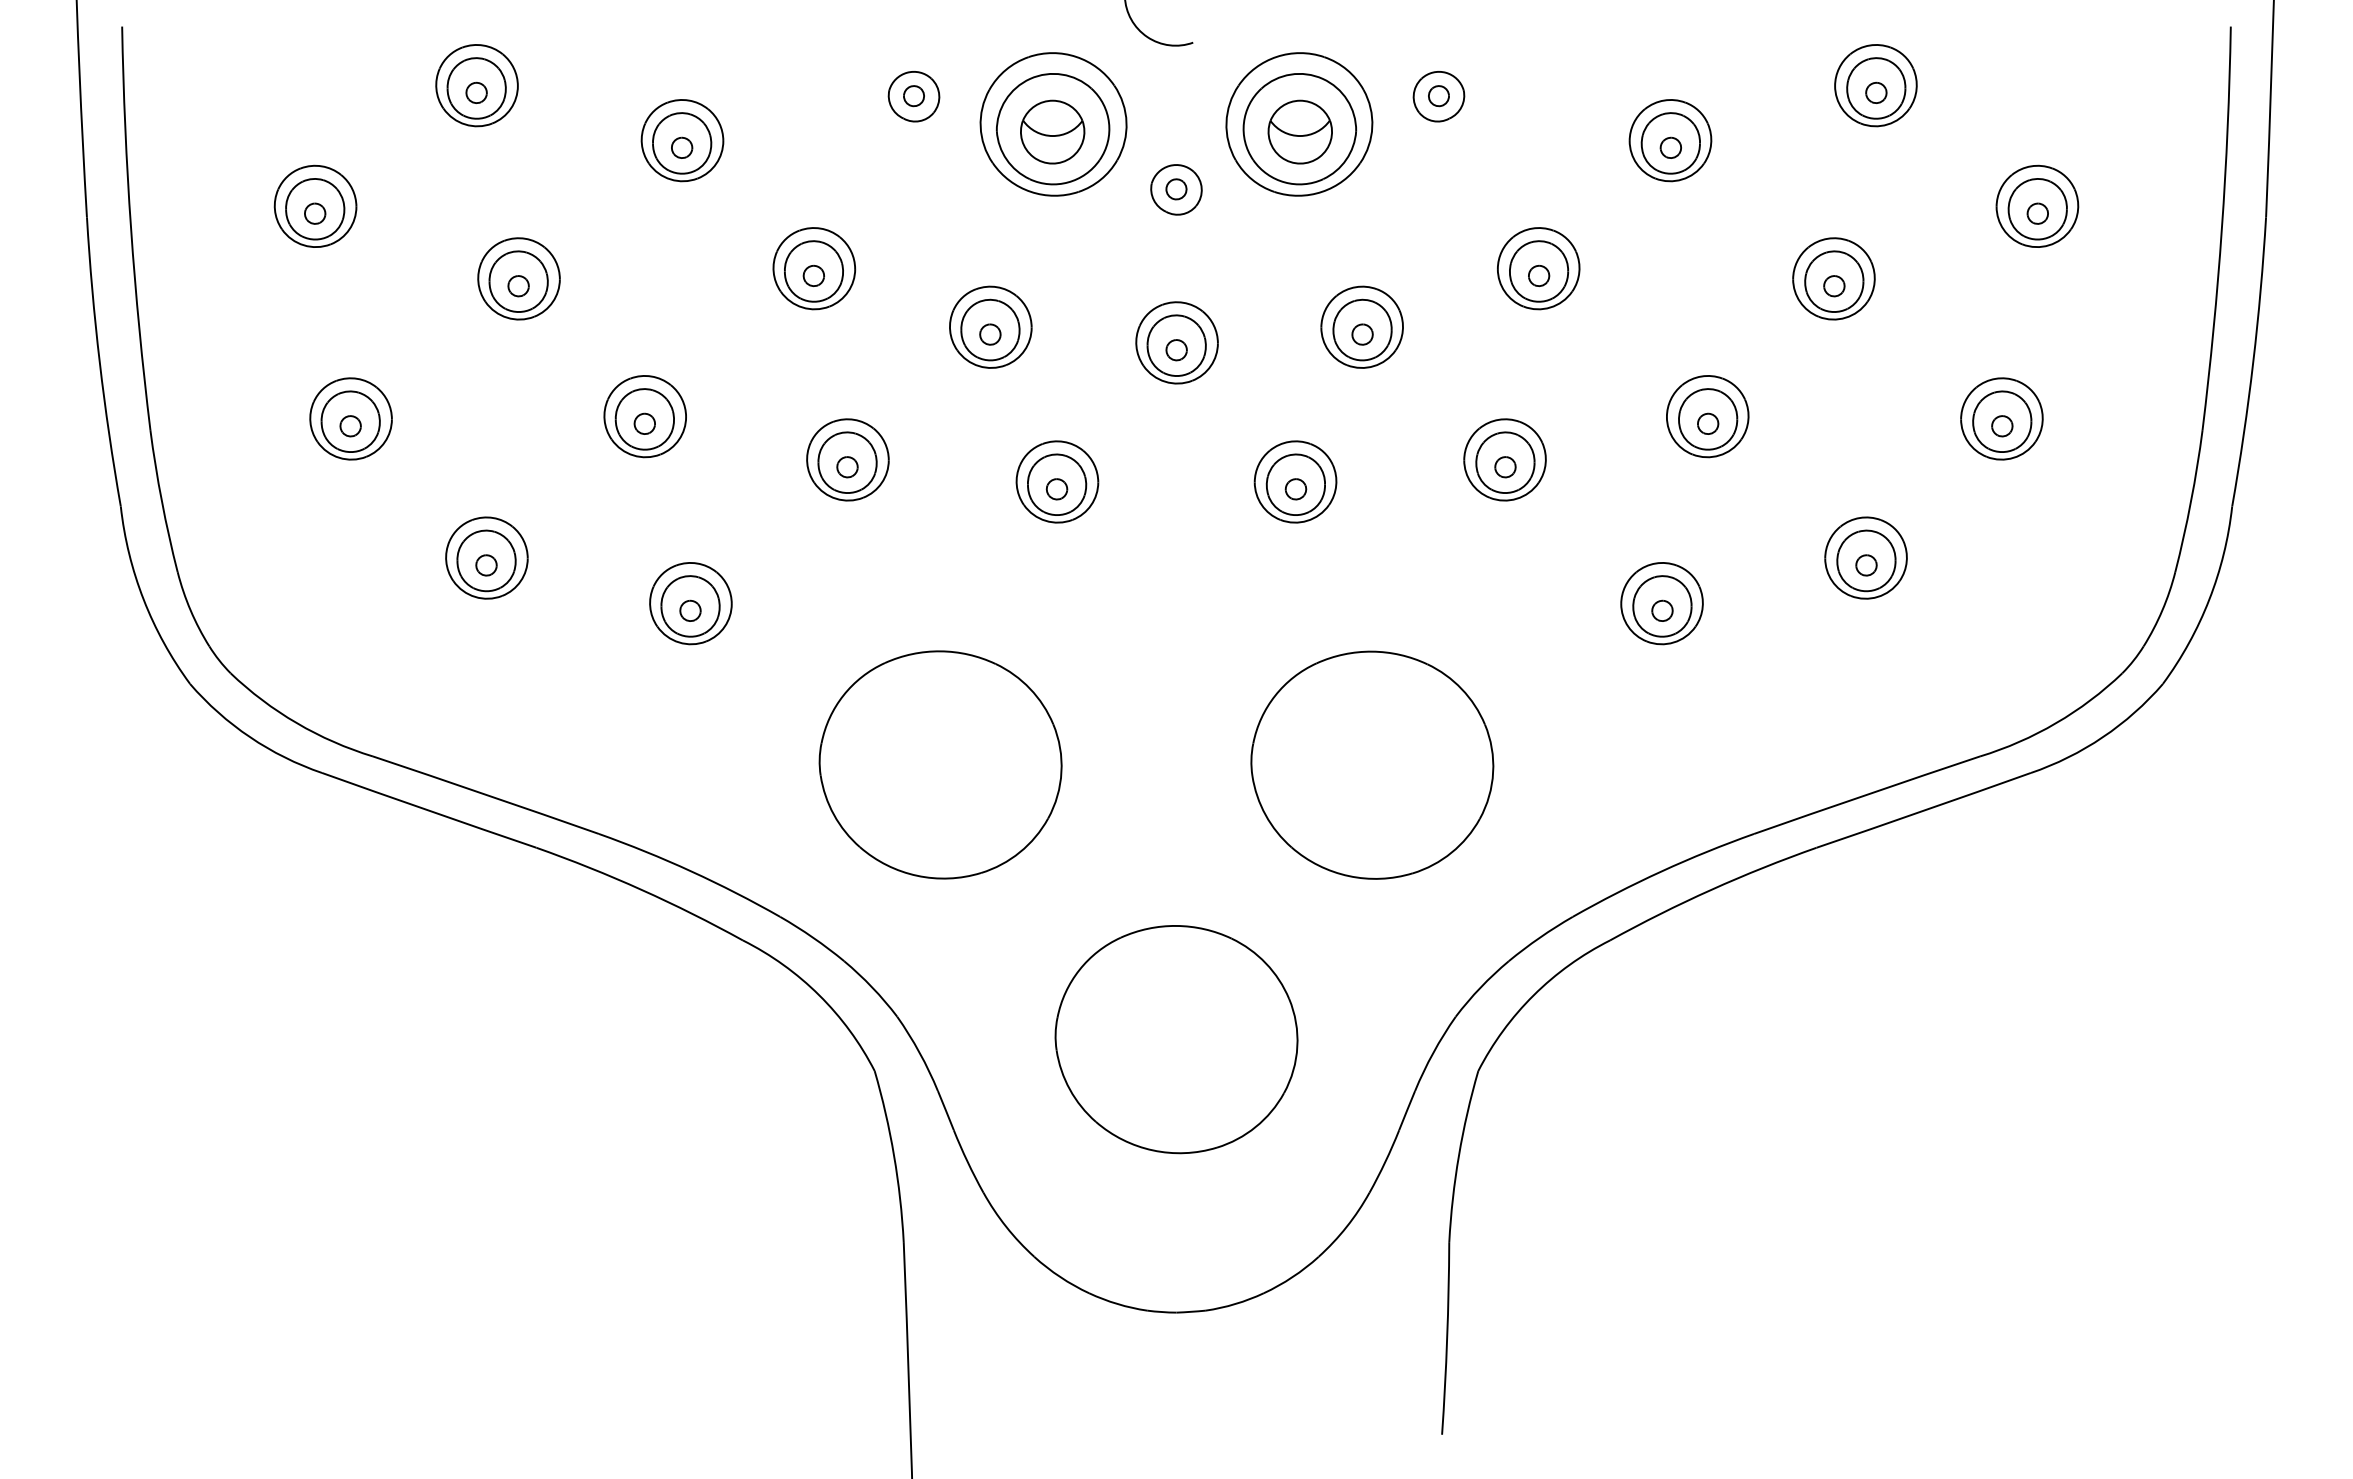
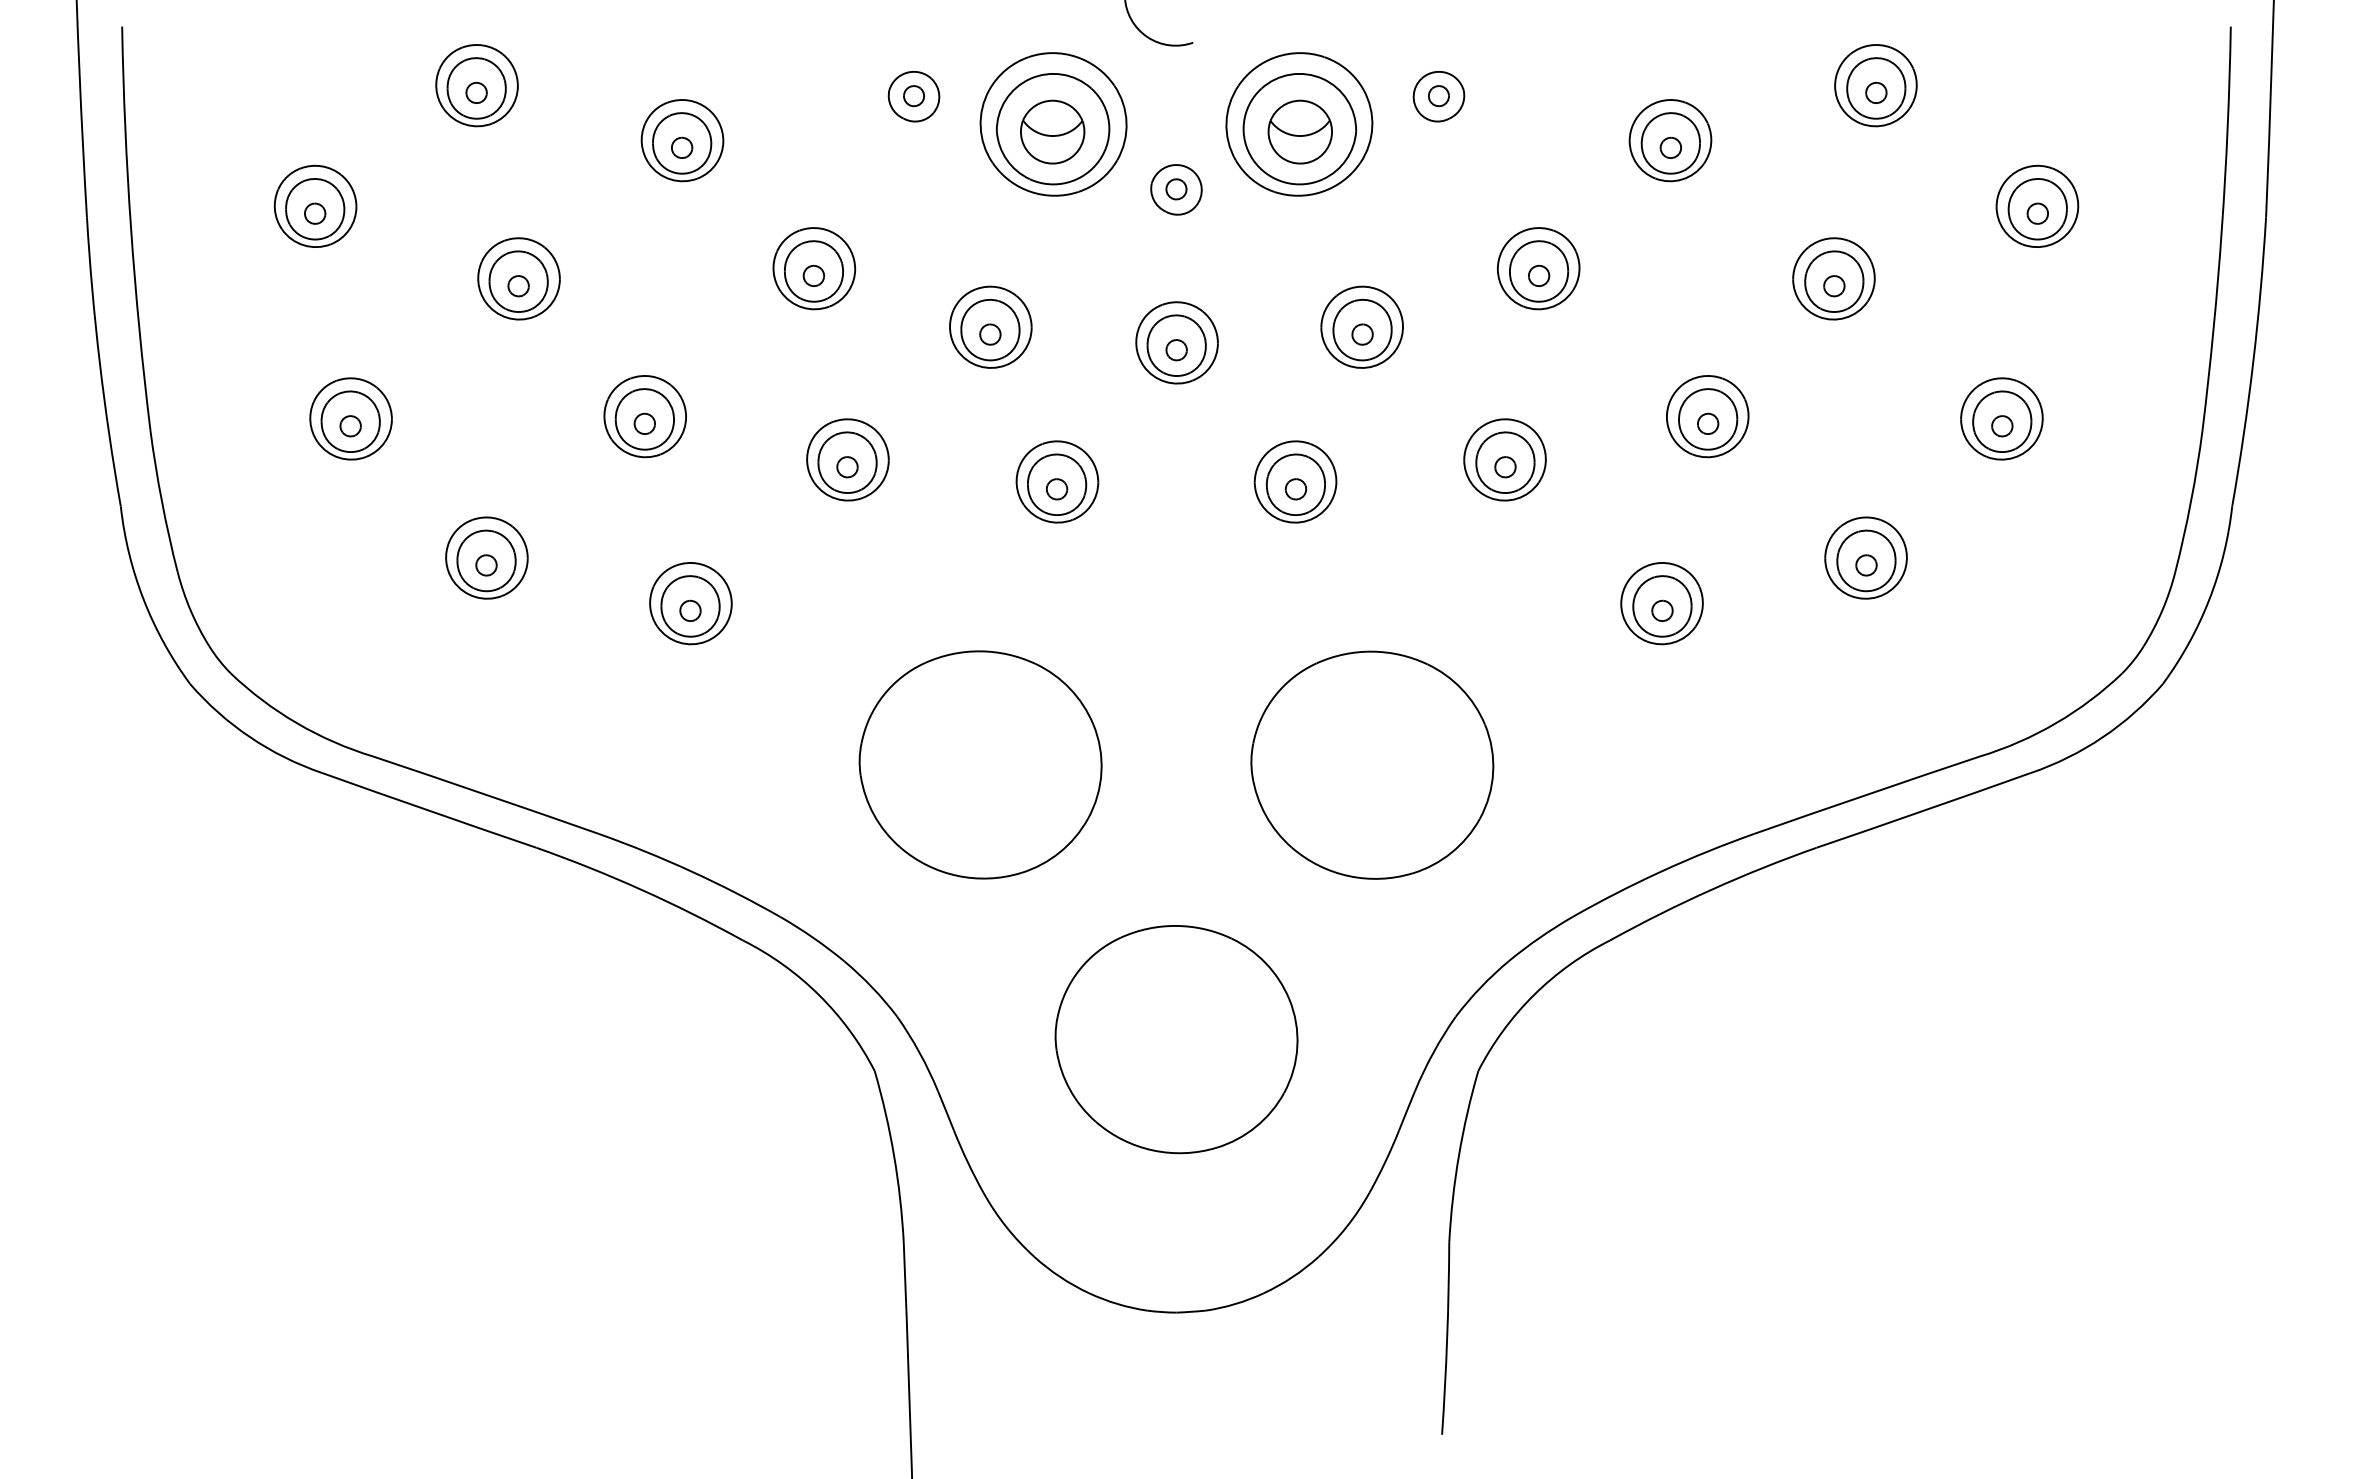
part at (940, 764) position: (940, 764) -> (980, 764)
